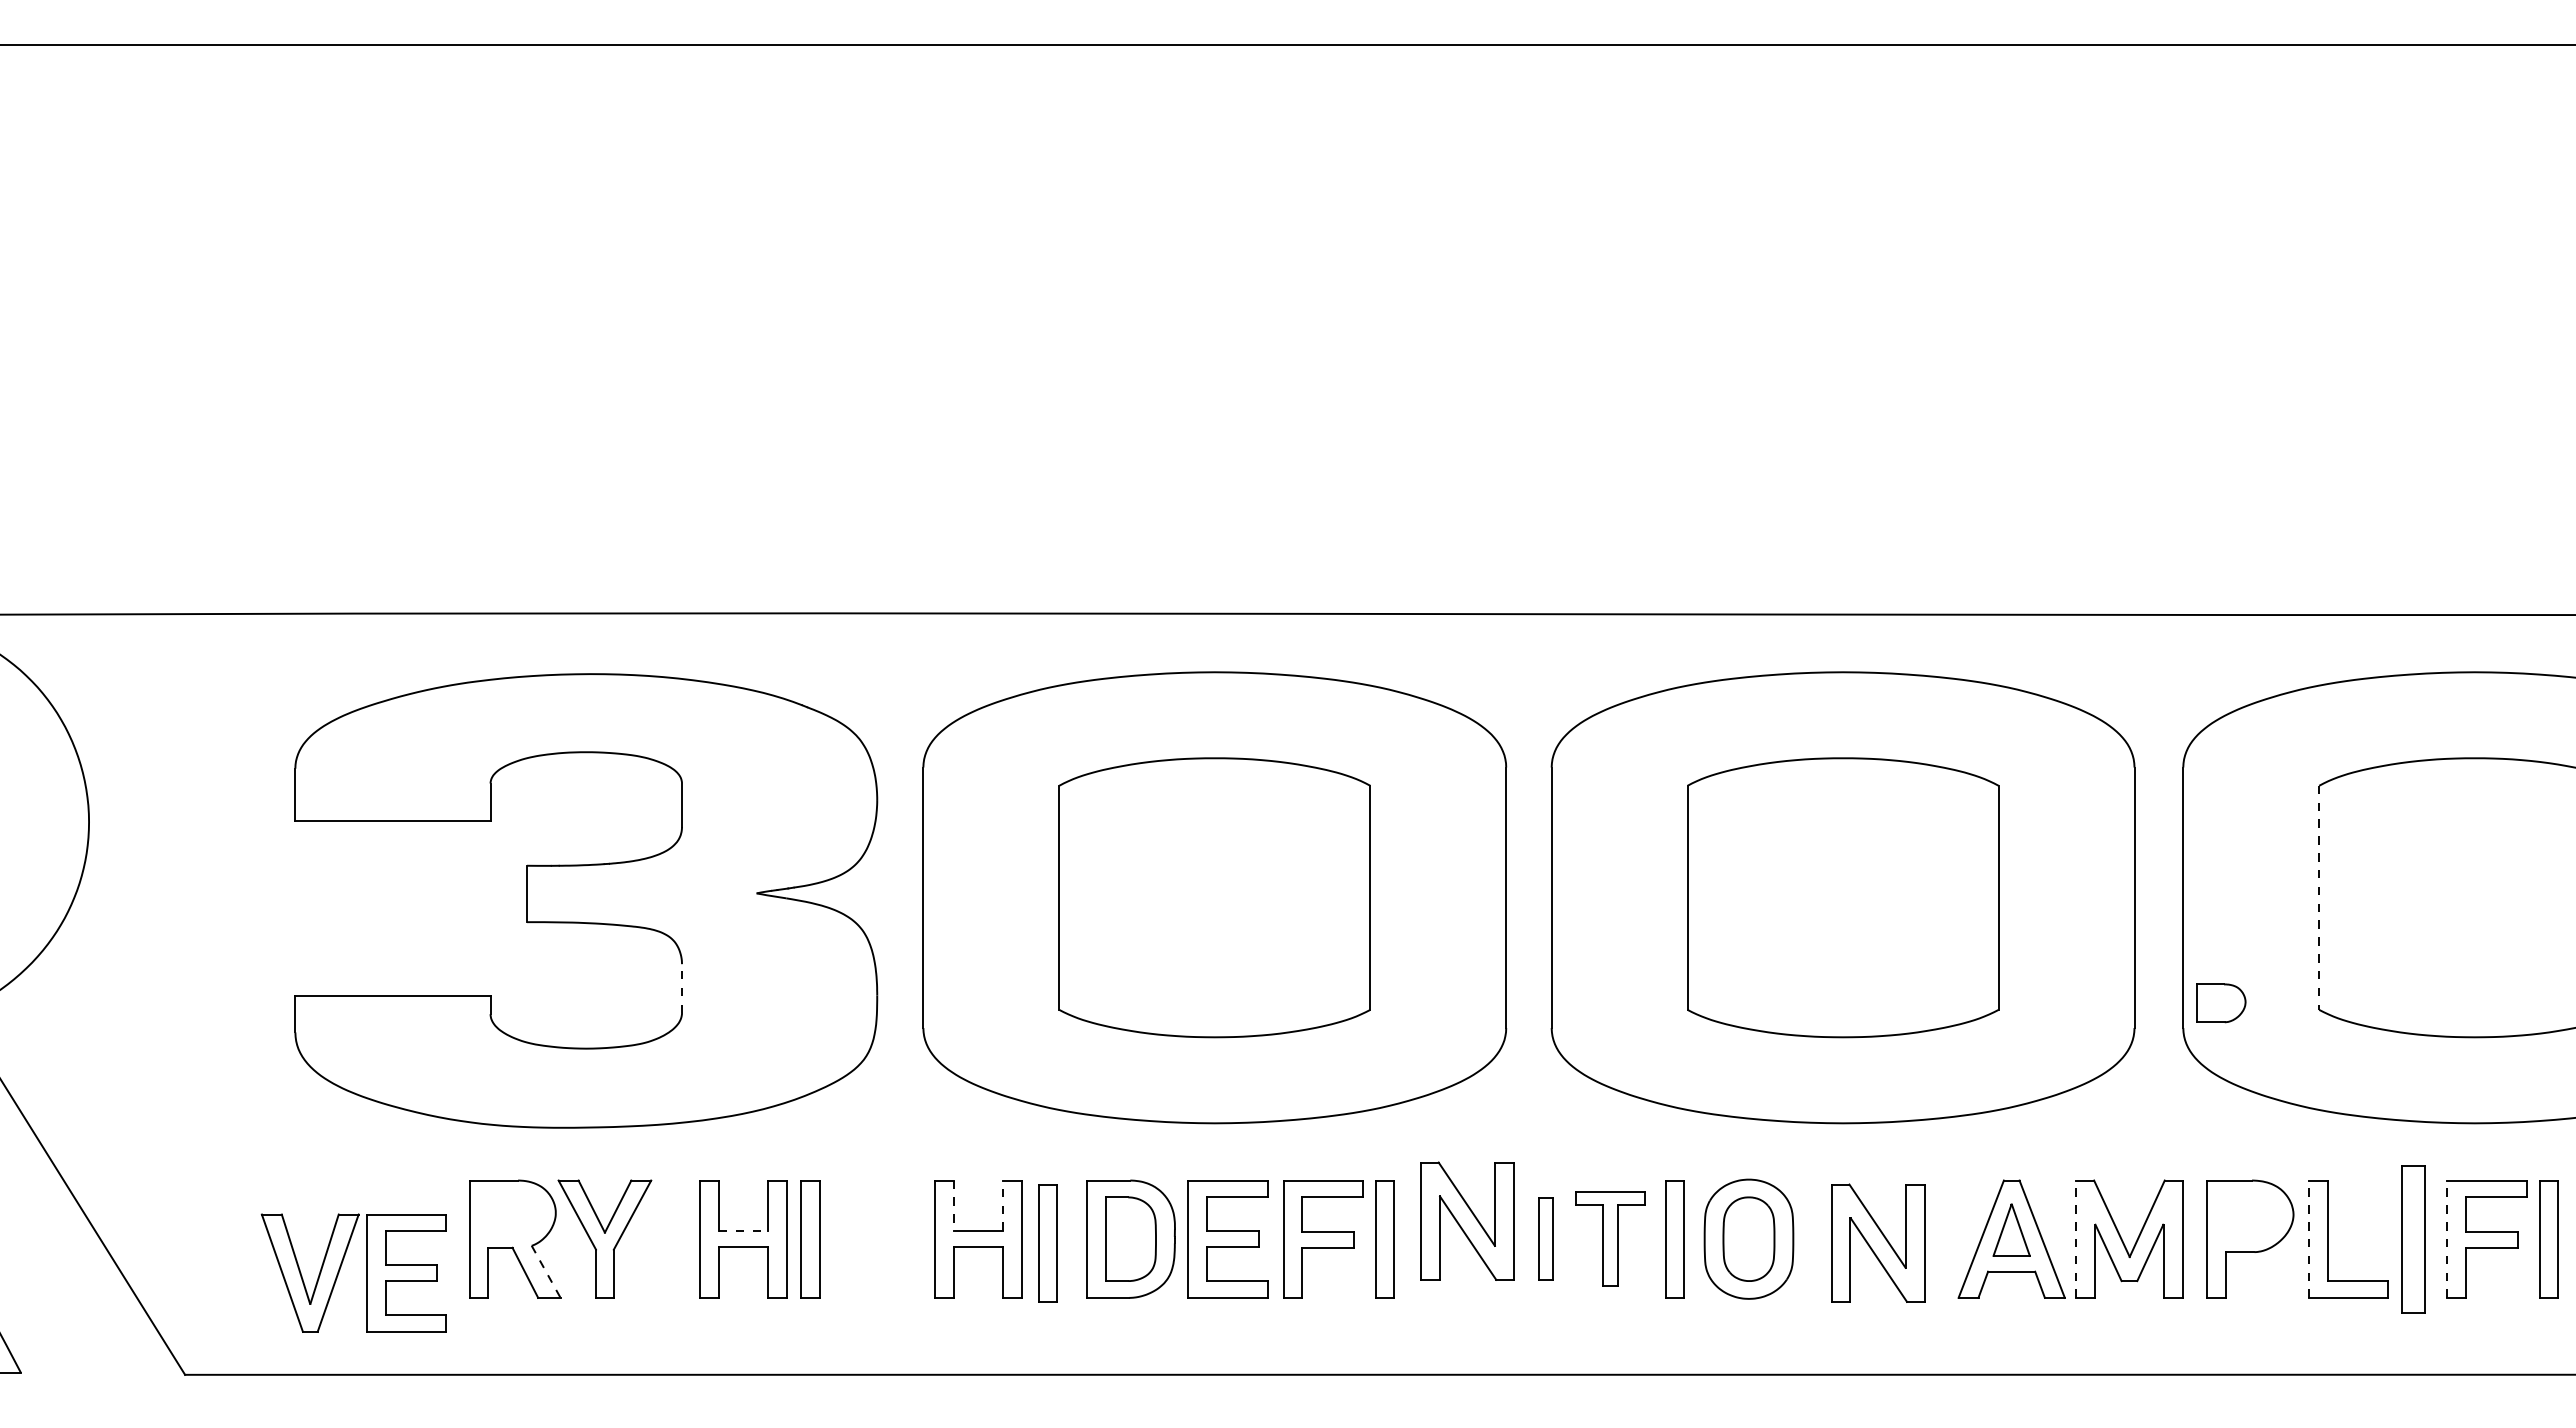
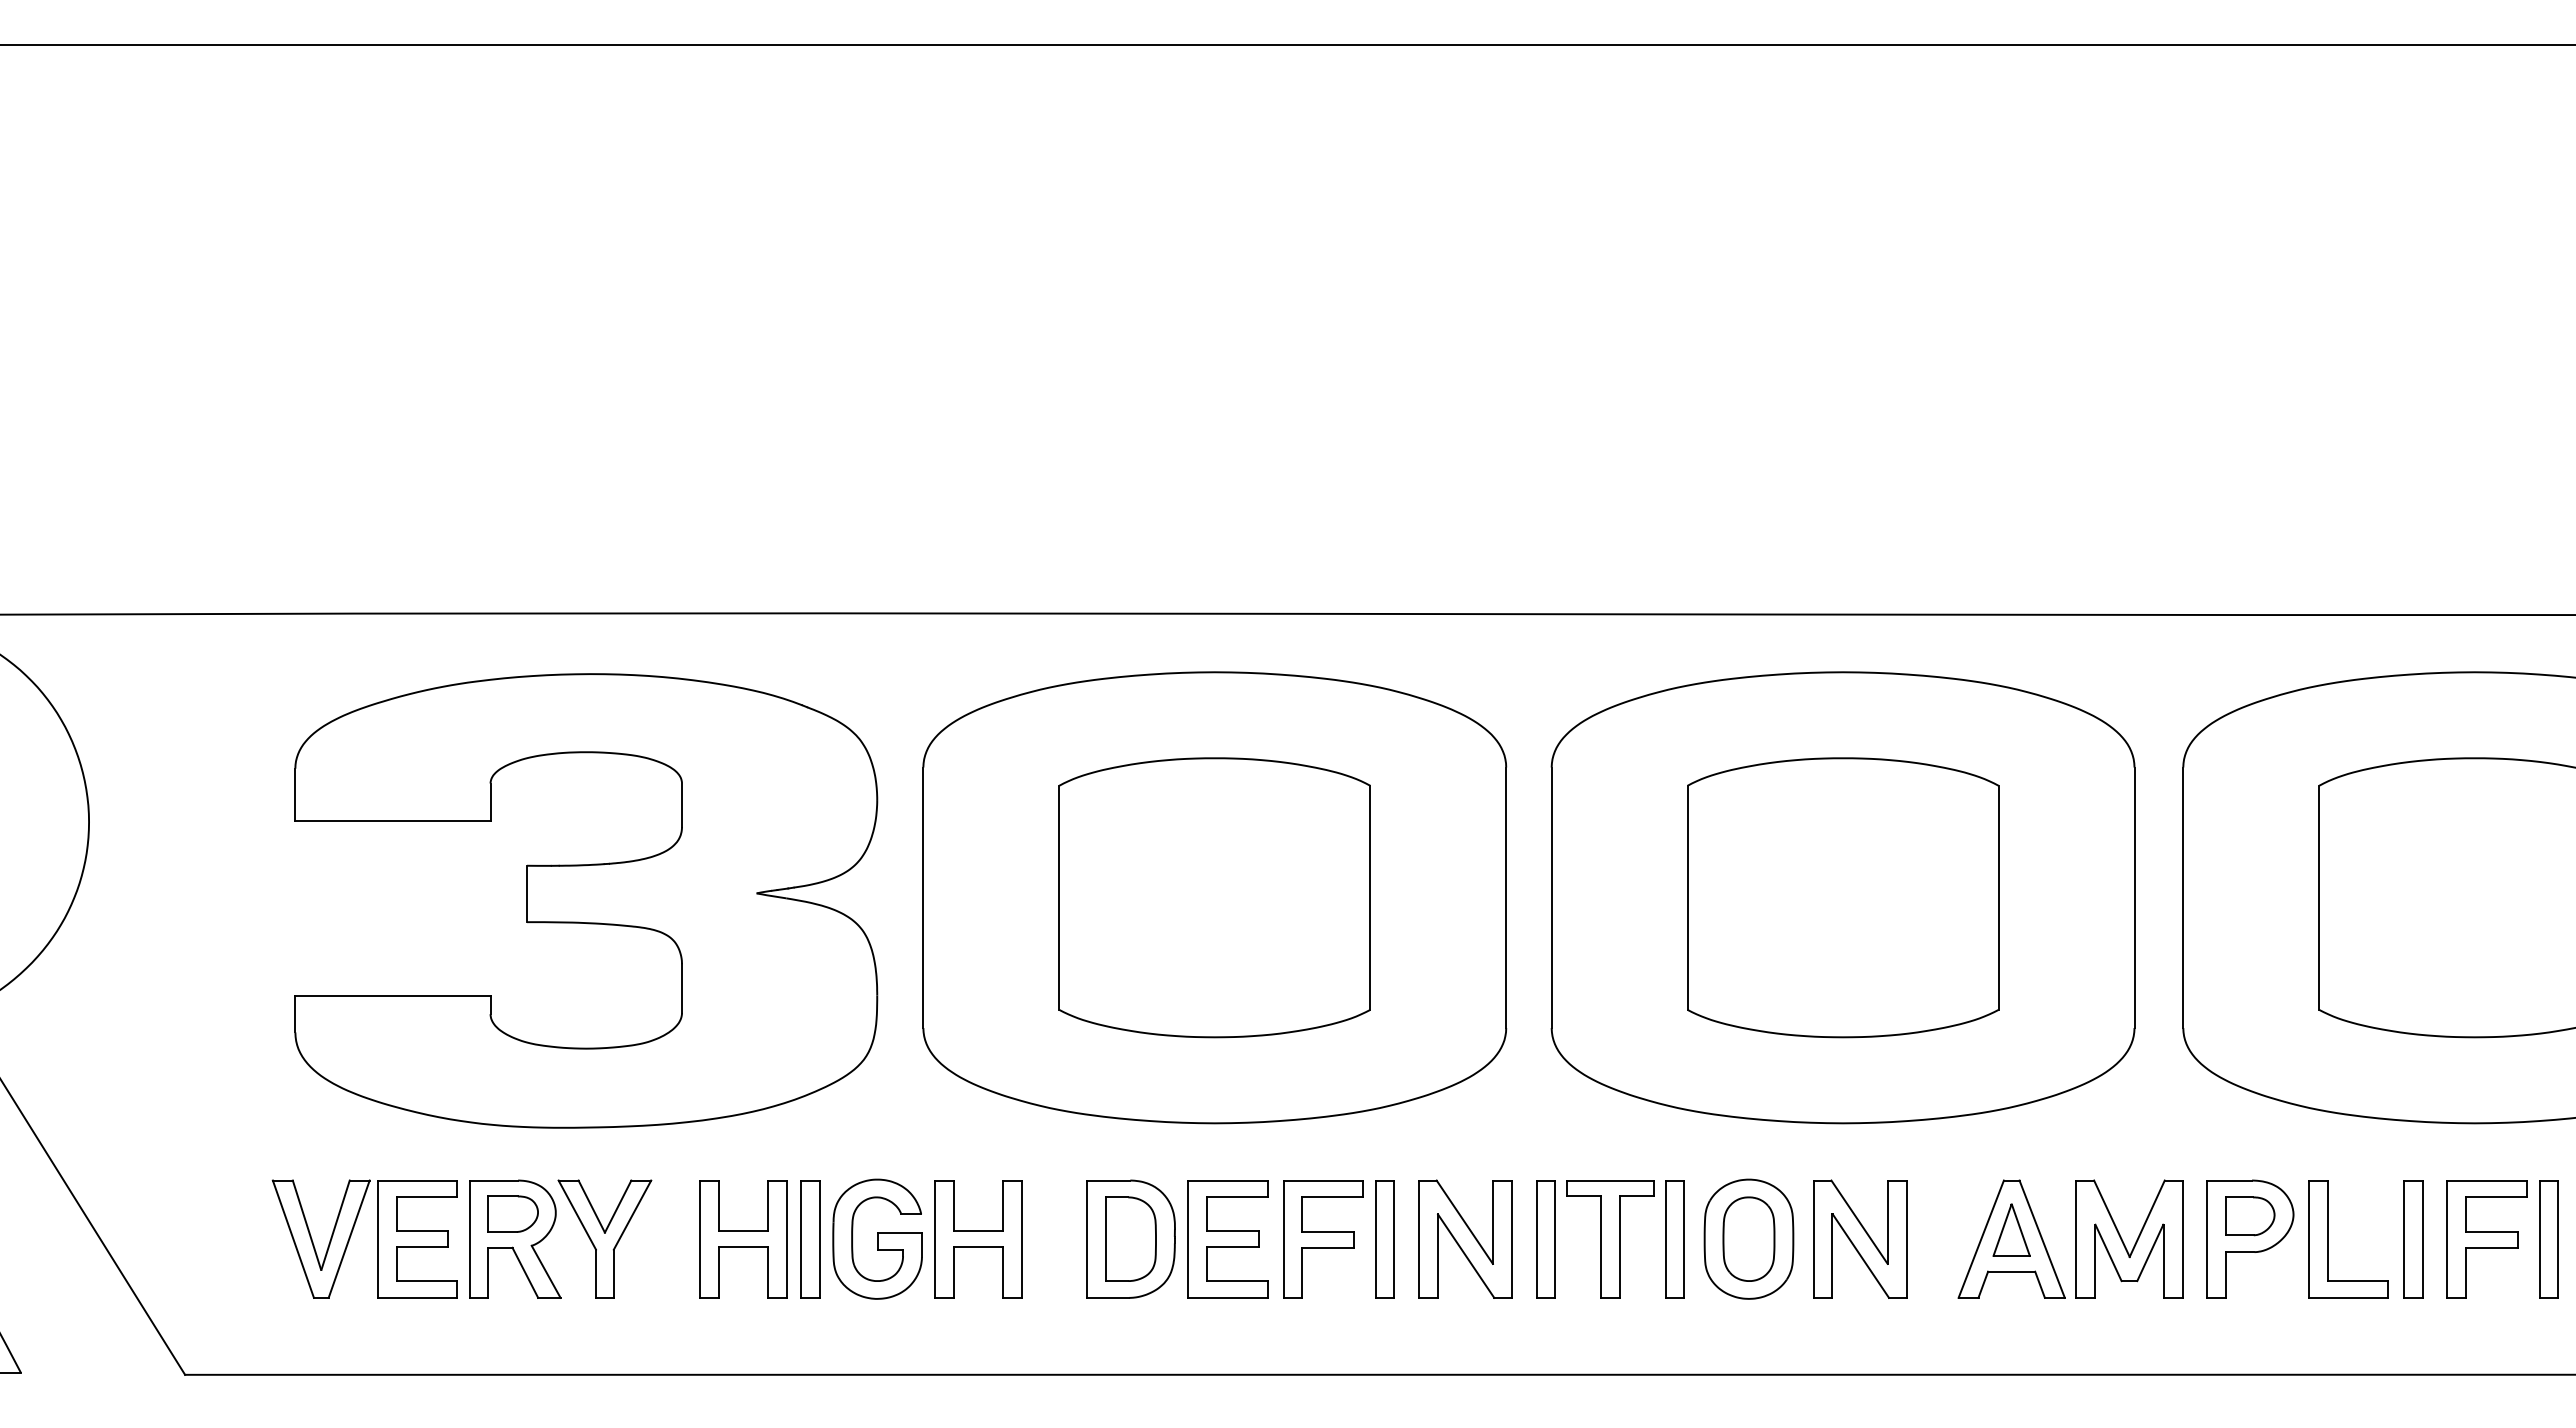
line at (2319, 898): dashed -> solid
line at (682, 988): dashed -> solid
part at (2221, 1003) position: (2221, 1003) -> (2250, 1216)
line at (1003, 1205): dashed -> solid
line at (954, 1206): dashed -> solid
part at (512, 1213): none -> present
part at (1467, 1220) position: (1467, 1220) -> (1465, 1238)
line at (743, 1230): dashed -> solid
part at (877, 1238): none -> present
part at (1545, 1238) size: 16x84 px -> 20x119 px
part at (1610, 1238) size: 71x96 px -> 89x119 px
line at (2076, 1239): dashed -> solid
line at (2308, 1239): dashed -> solid
part at (2413, 1239) size: 25x149 px -> 21x119 px
line at (2447, 1239): dashed -> solid
part at (1878, 1242) position: (1878, 1242) -> (1860, 1238)
part at (1047, 1243): present -> none
part at (341, 1267) position: (341, 1267) -> (352, 1233)
line at (546, 1271): dashed -> solid
